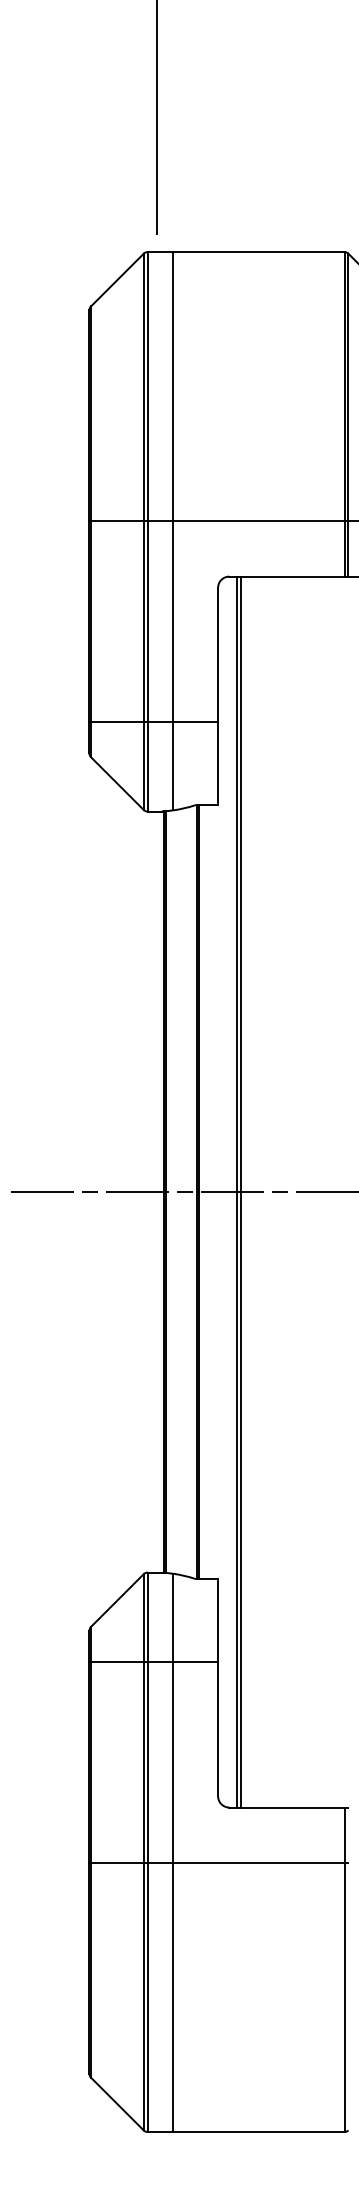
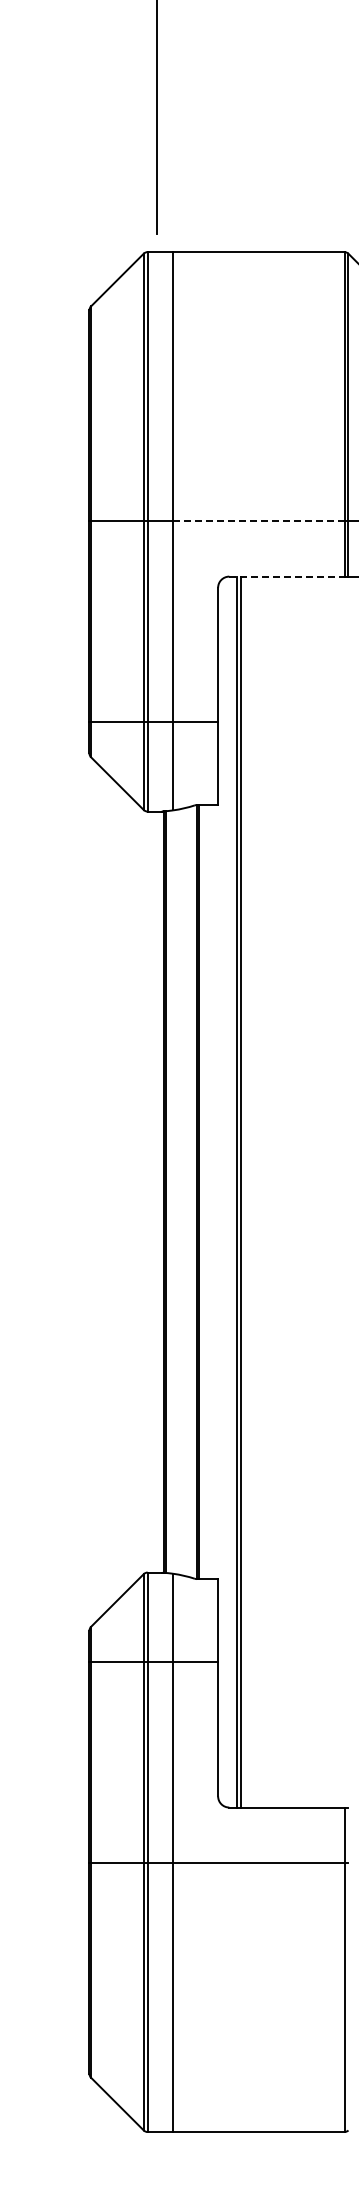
line at (258, 520): solid -> dashed
line at (286, 576): solid -> dashed
line at (182, 1192): present -> none
